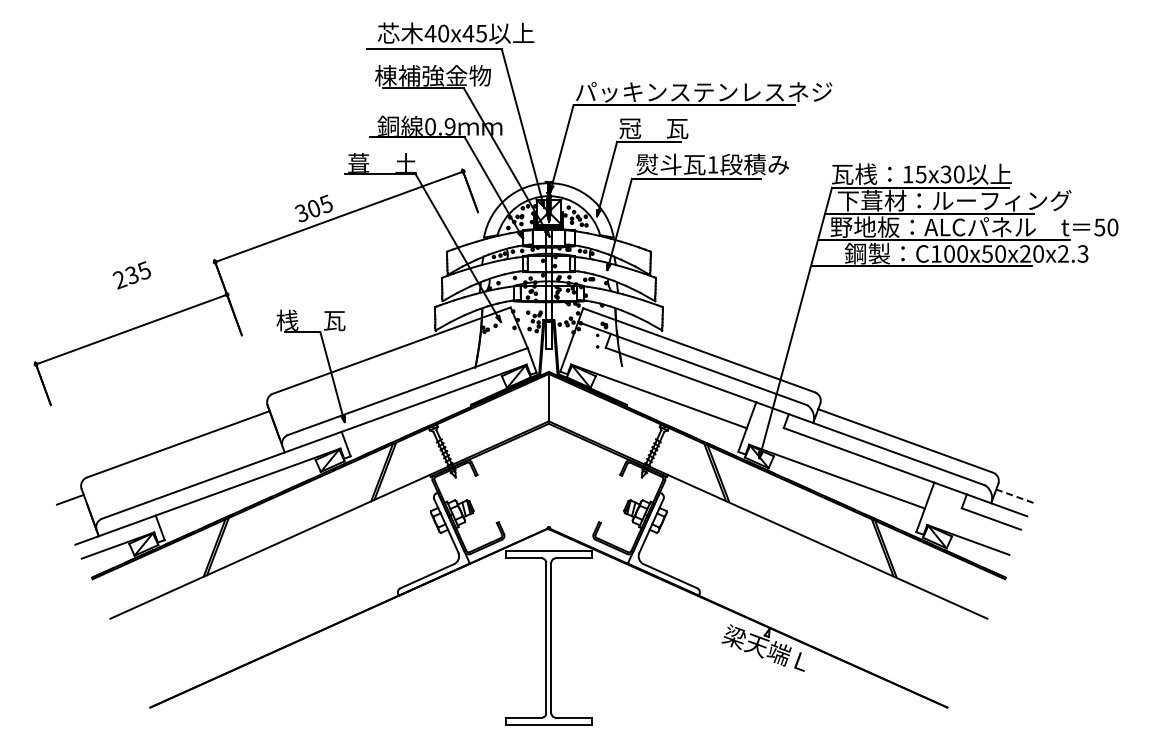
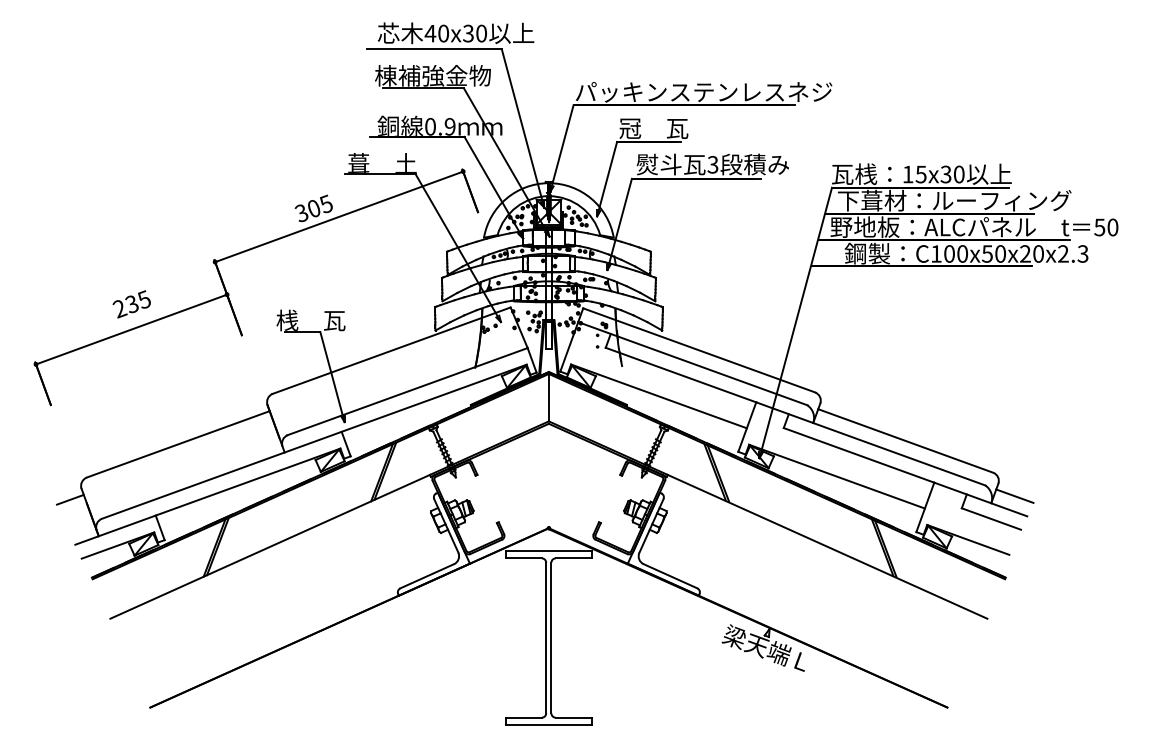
text at (474, 33): 40x45 -> 40x30
text at (712, 164): 1 -> 3
text at (131, 275) position: (131, 275) -> (131, 304)
line at (1014, 496): dashed -> solid
